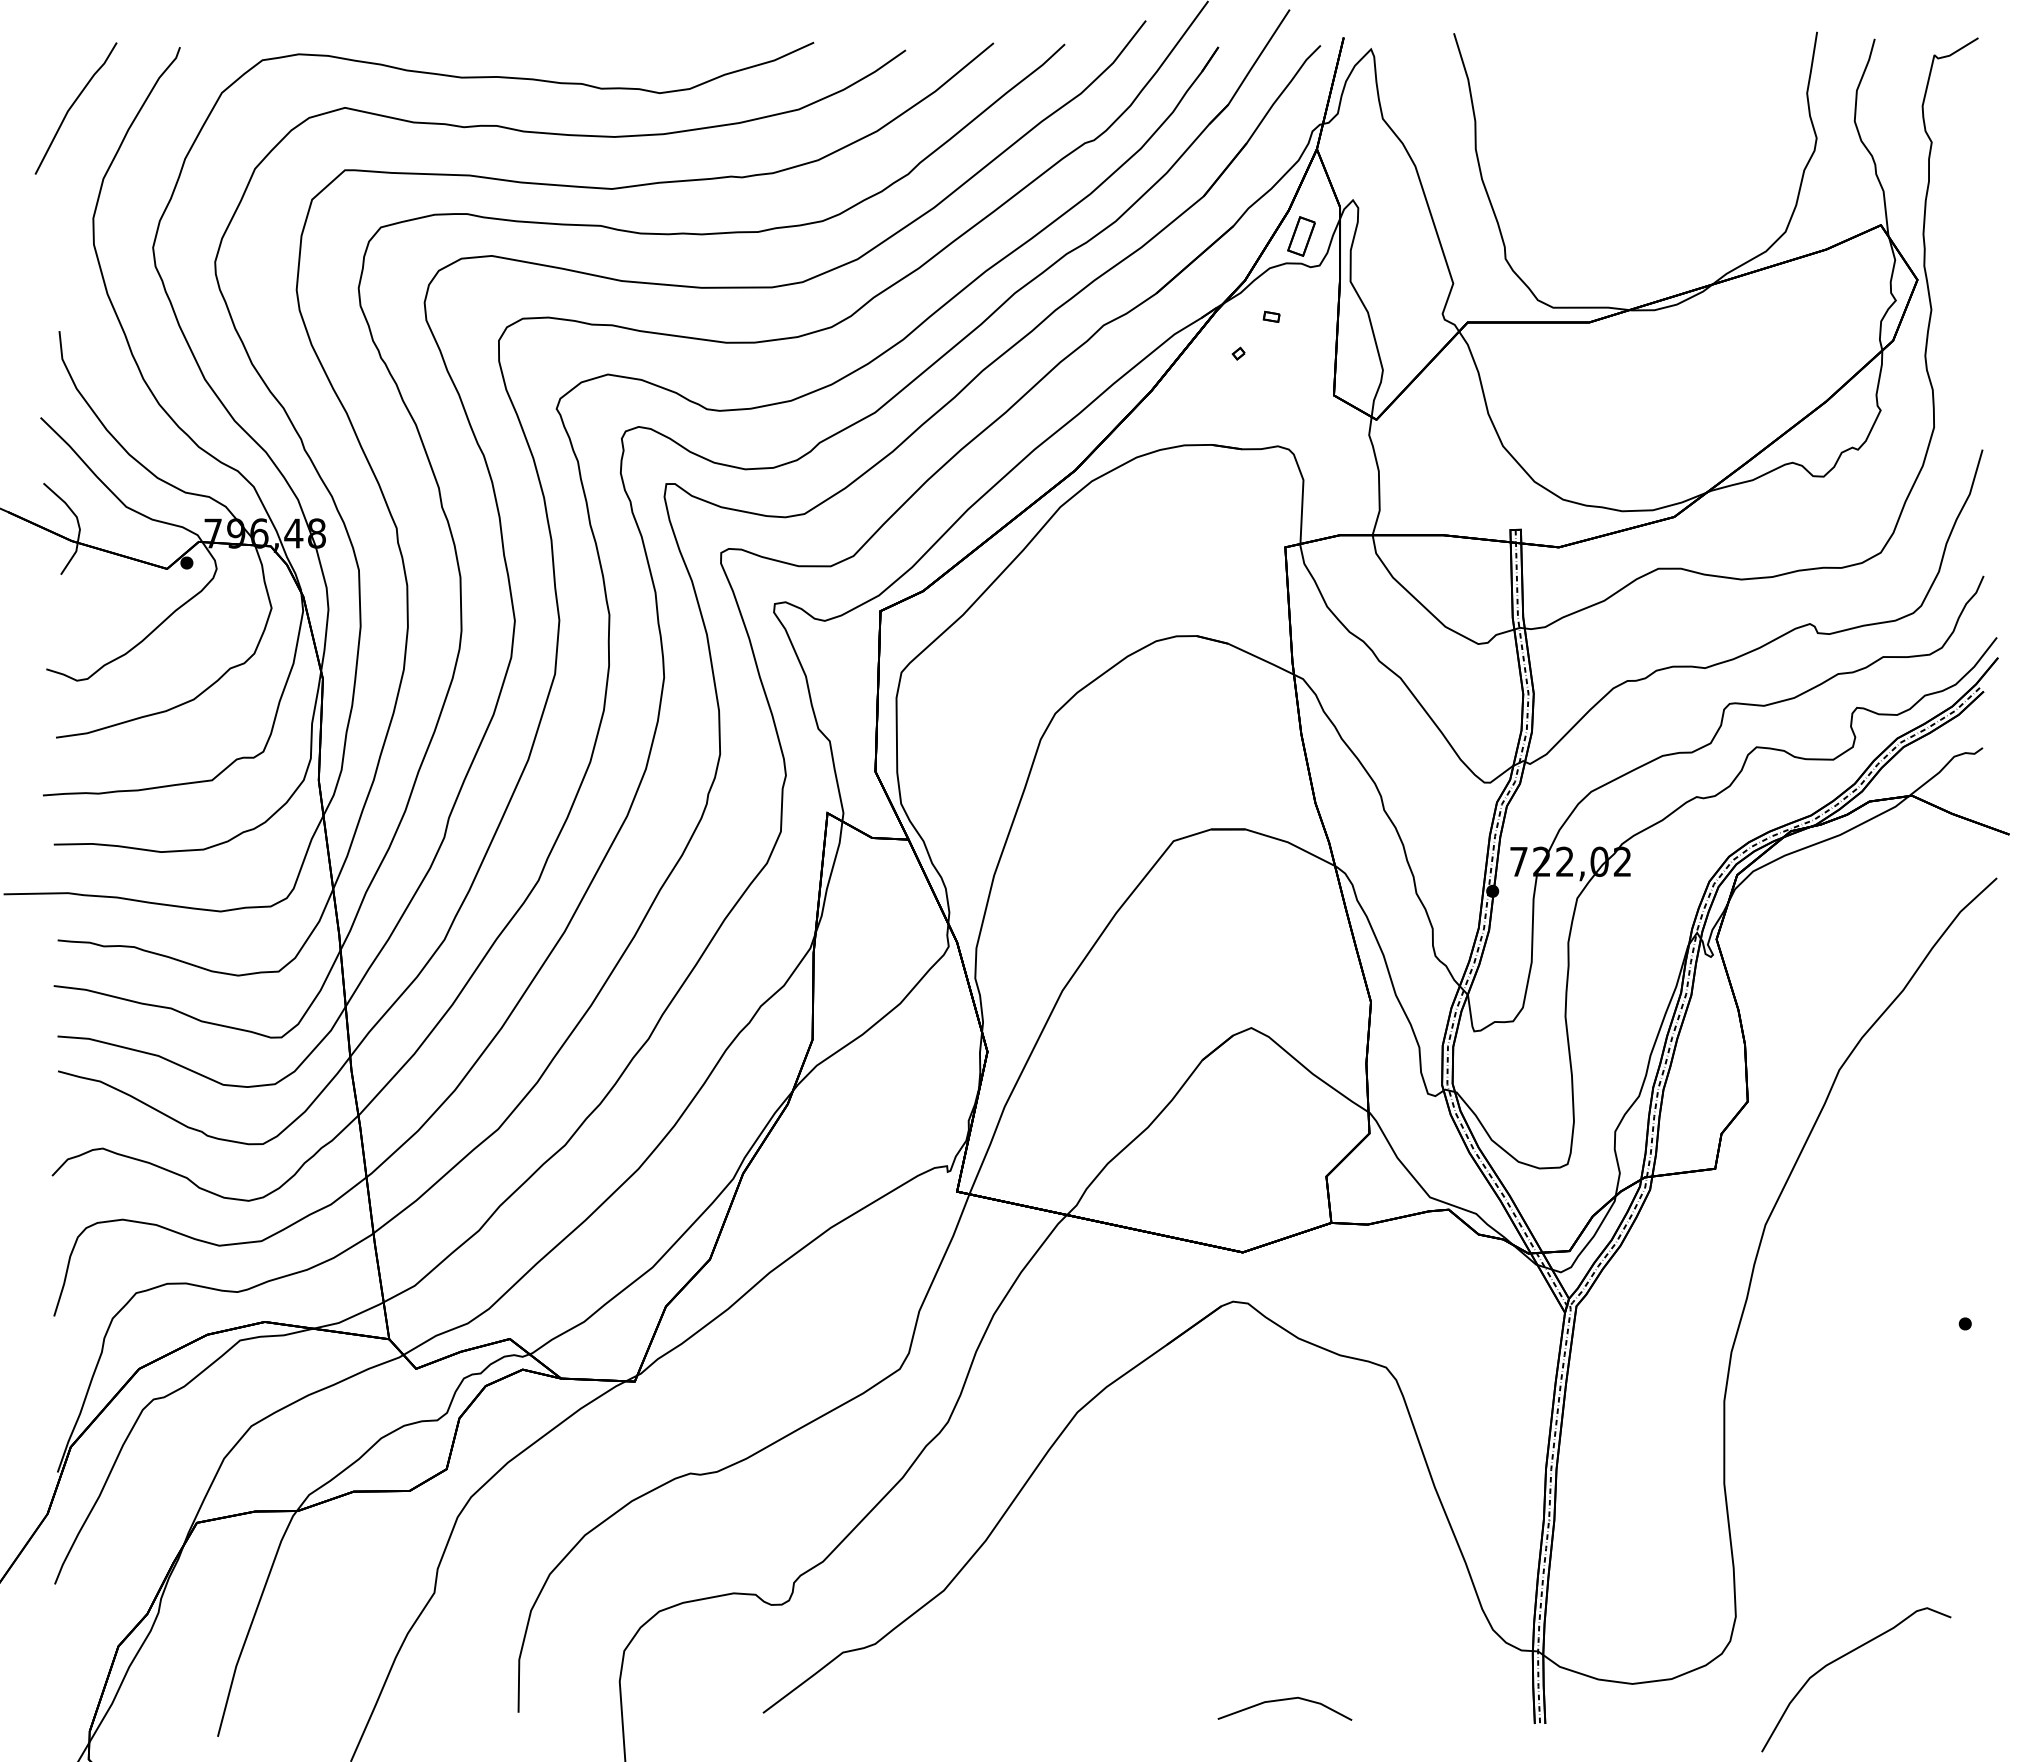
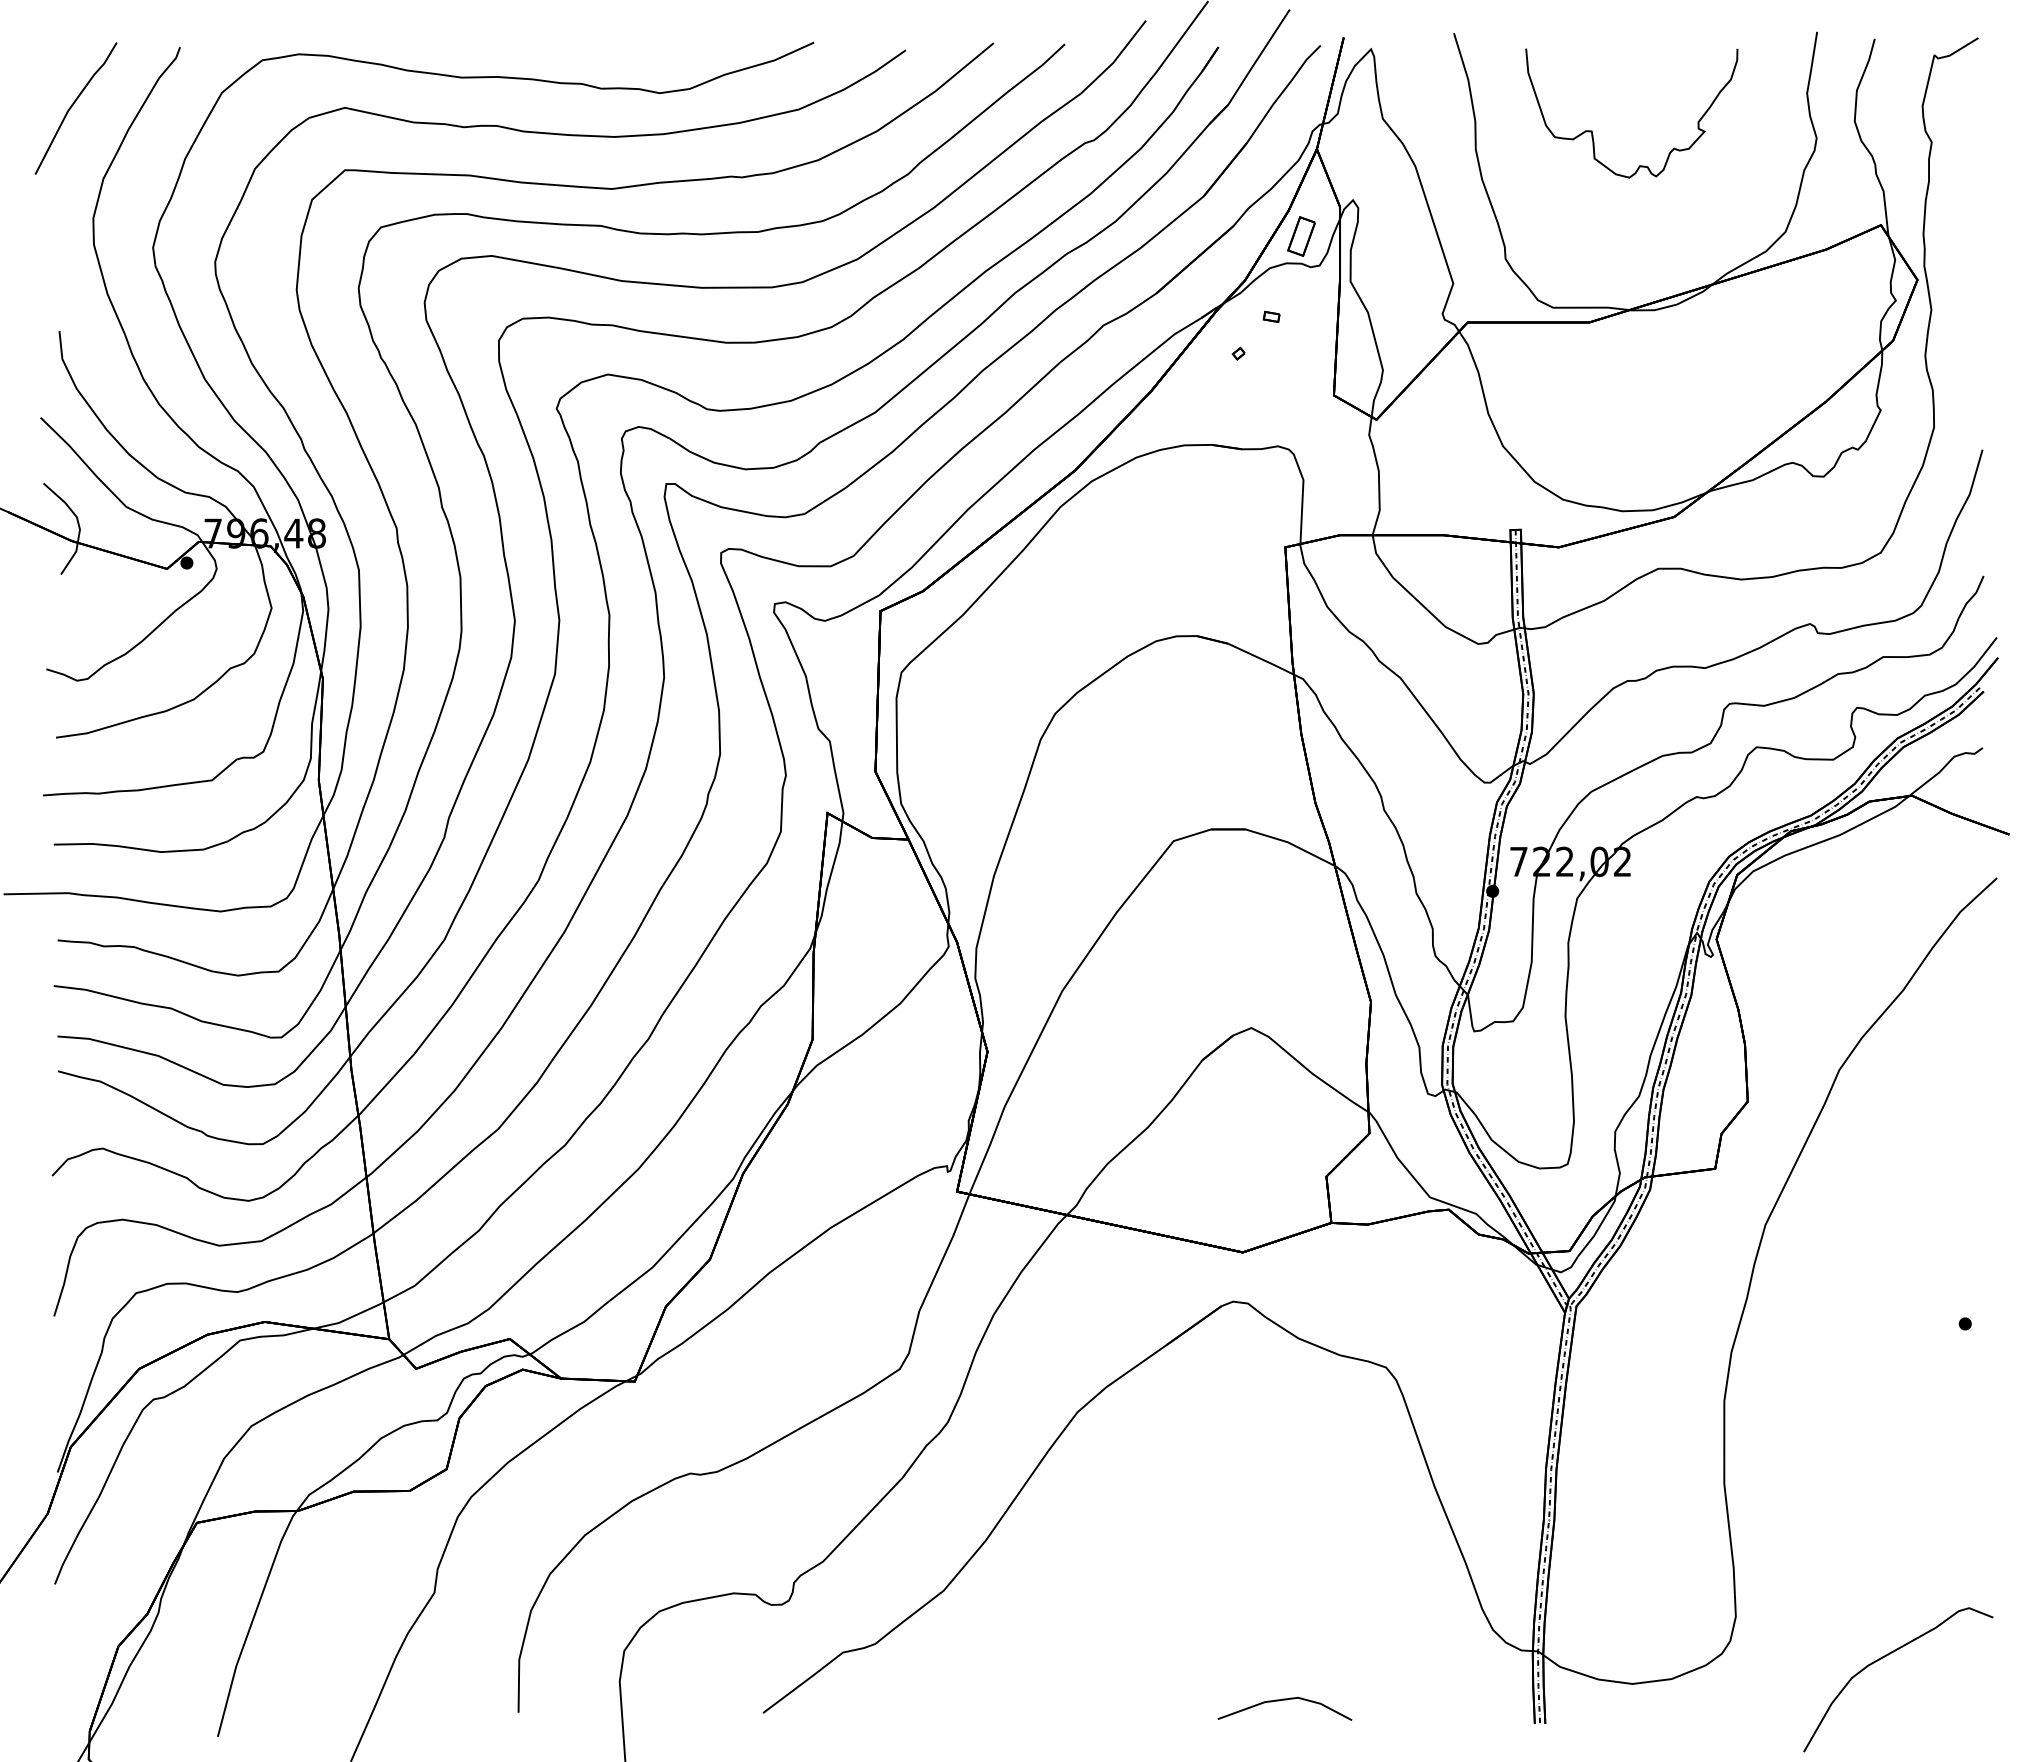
curve at (1592, 130): none -> present
curve at (1841, 1658) position: (1841, 1658) -> (1883, 1658)
